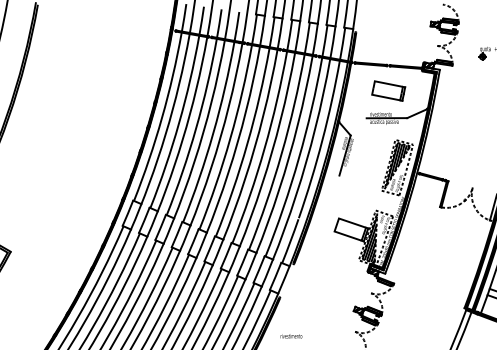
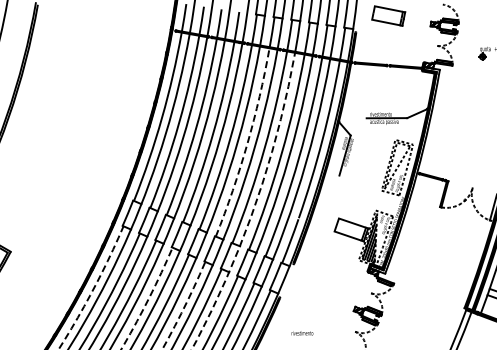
part at (388, 90) position: (388, 90) -> (388, 15)
arc at (247, 143): solid -> dashed
hatch at (397, 164): present -> none
arc at (255, 203): solid -> dashed
arc at (93, 289): solid -> dashed
arc at (148, 298): solid -> dashed
arc at (184, 306): solid -> dashed
text at (291, 336) position: (291, 336) -> (302, 333)
